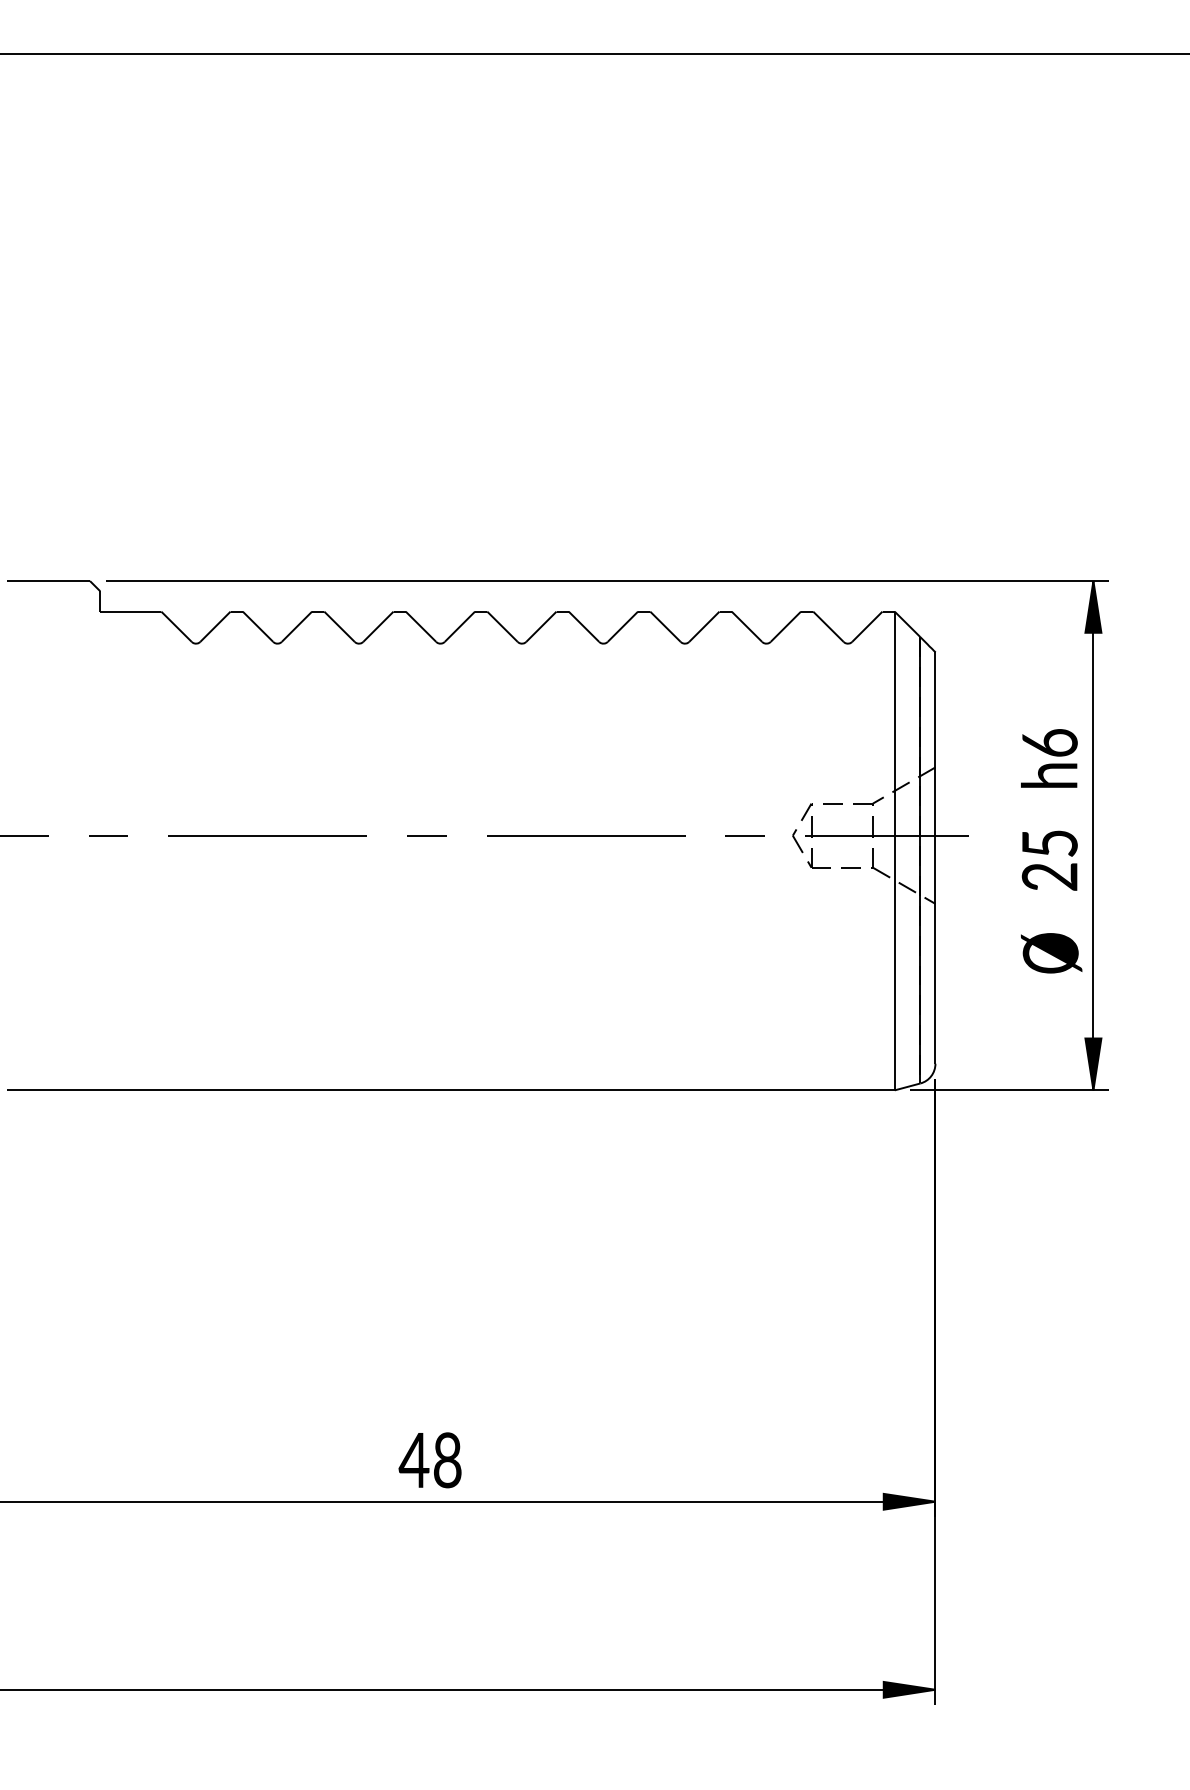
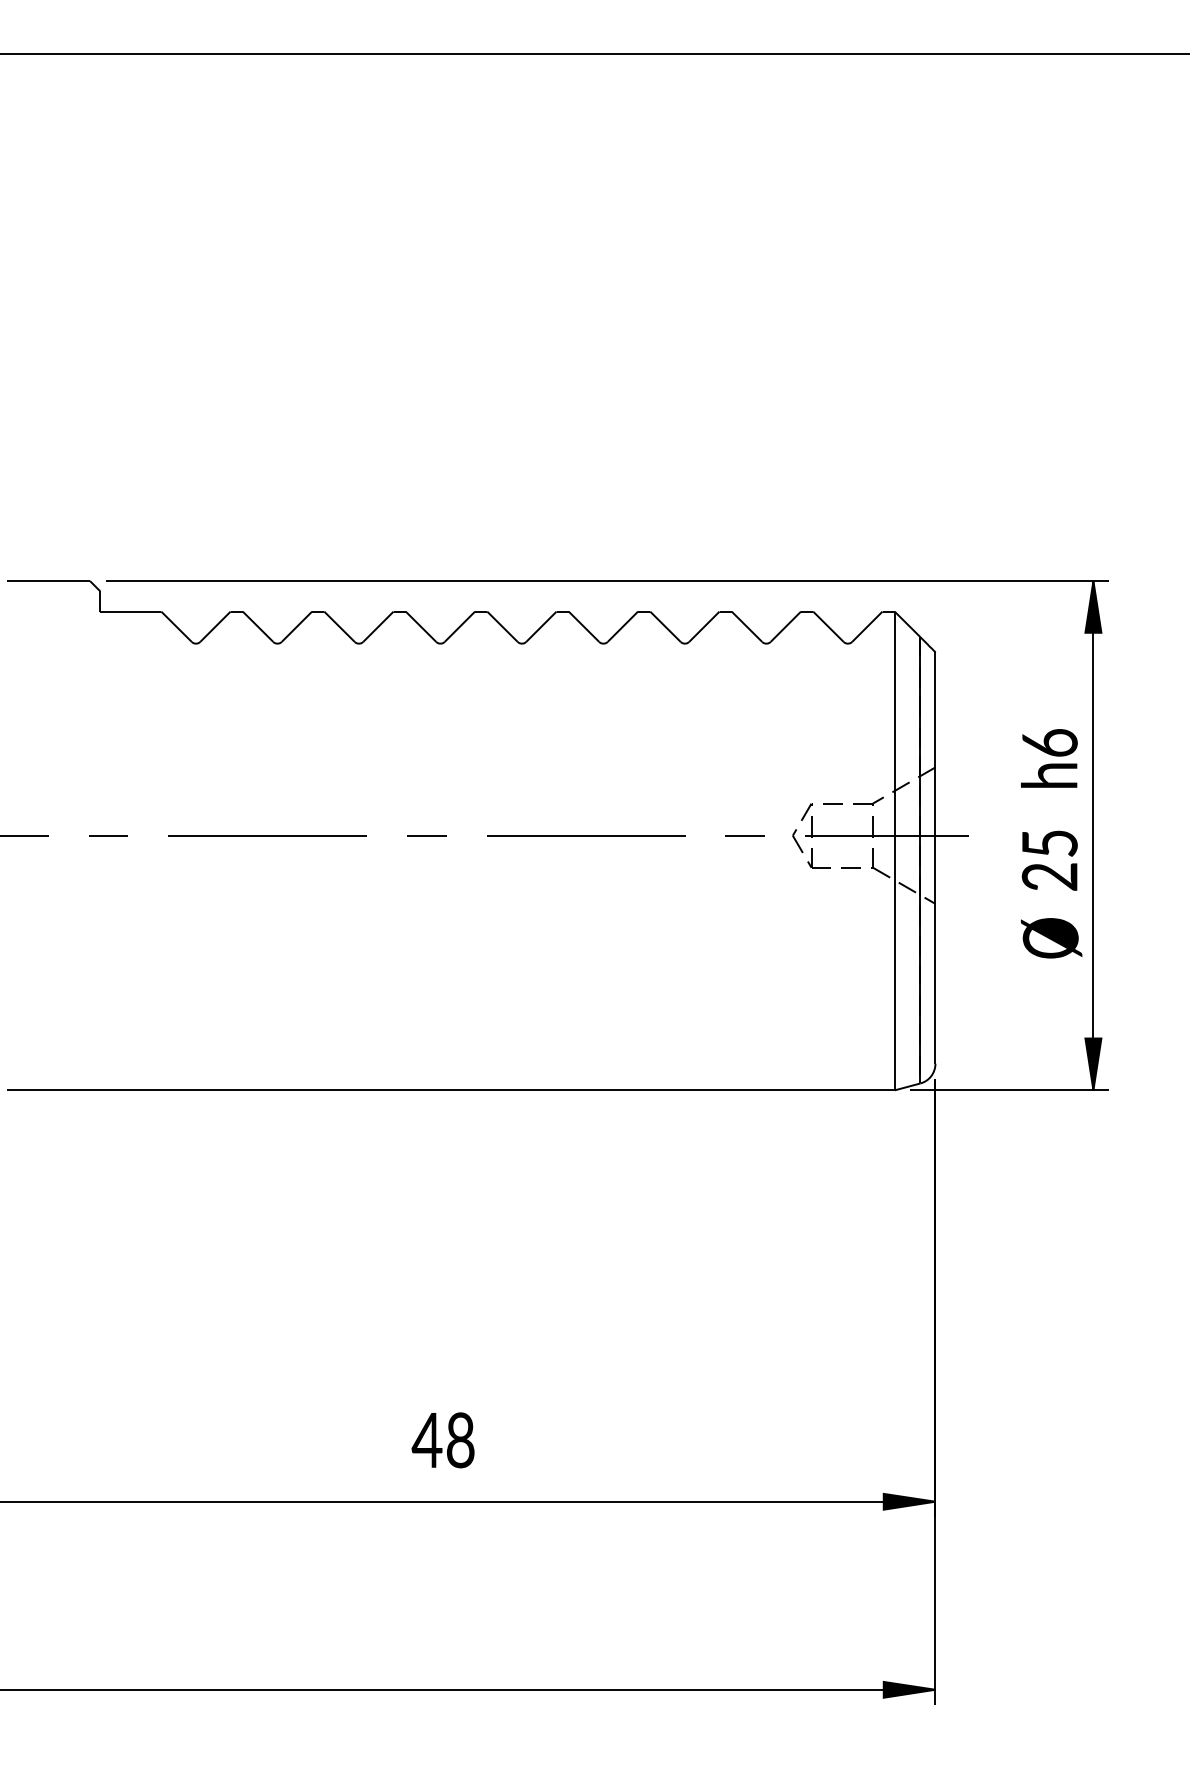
text at (1051, 953) position: (1051, 953) -> (1051, 938)
text at (429, 1460) position: (429, 1460) -> (442, 1440)
